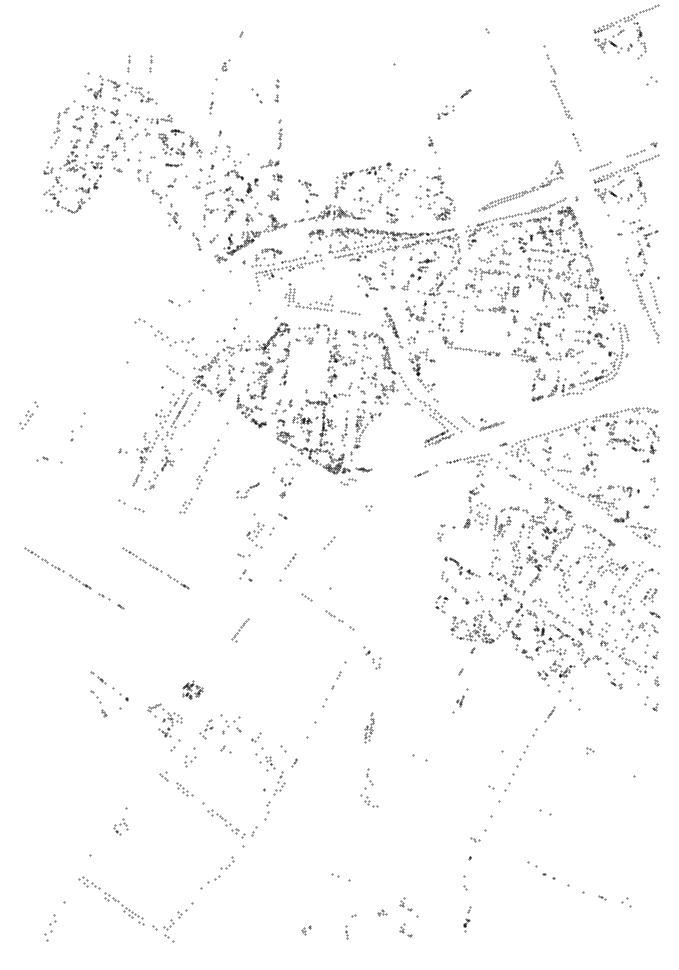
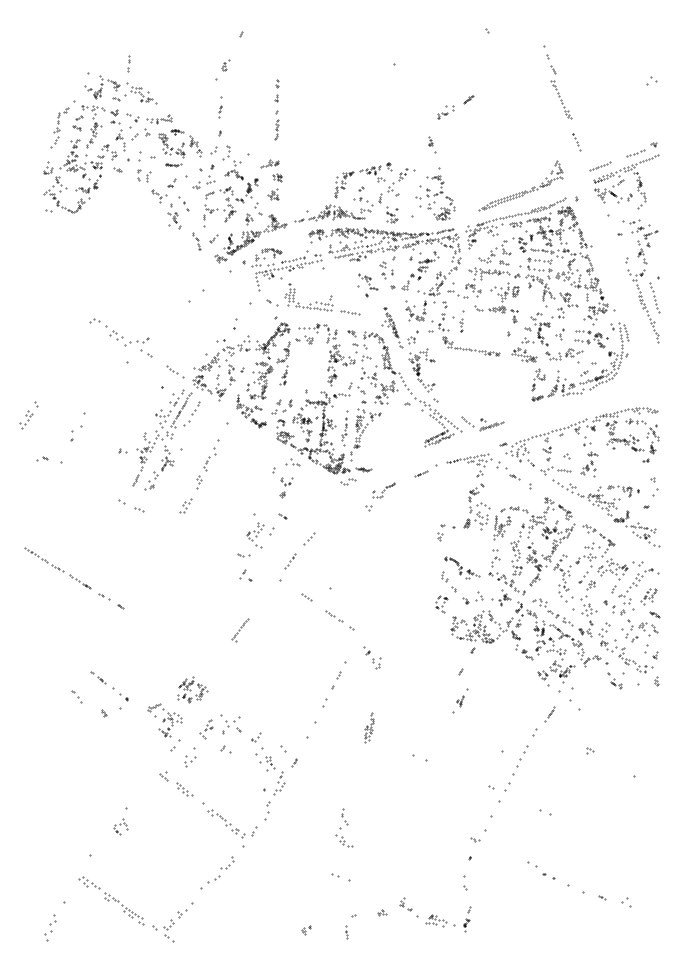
part at (626, 31): present -> none
part at (150, 63): present -> none
part at (465, 93) position: (465, 93) -> (468, 99)
part at (256, 95) position: (256, 95) -> (183, 203)
part at (211, 103) position: (211, 103) -> (220, 107)
part at (279, 134) position: (279, 134) -> (276, 125)
part at (308, 191): present -> none
part at (174, 302) position: (174, 302) -> (272, 302)
part at (165, 337) position: (165, 337) -> (120, 337)
part at (247, 490) position: (247, 490) -> (383, 490)
part at (329, 542) position: (329, 542) -> (309, 538)
part at (155, 568): present -> none
part at (192, 689) size: 22x20 px -> 32x28 px
part at (95, 696) position: (95, 696) -> (76, 696)
part at (651, 703): present -> none
part at (369, 787) position: (369, 787) -> (344, 827)
part at (440, 920): none -> present
part at (405, 930): present -> none
